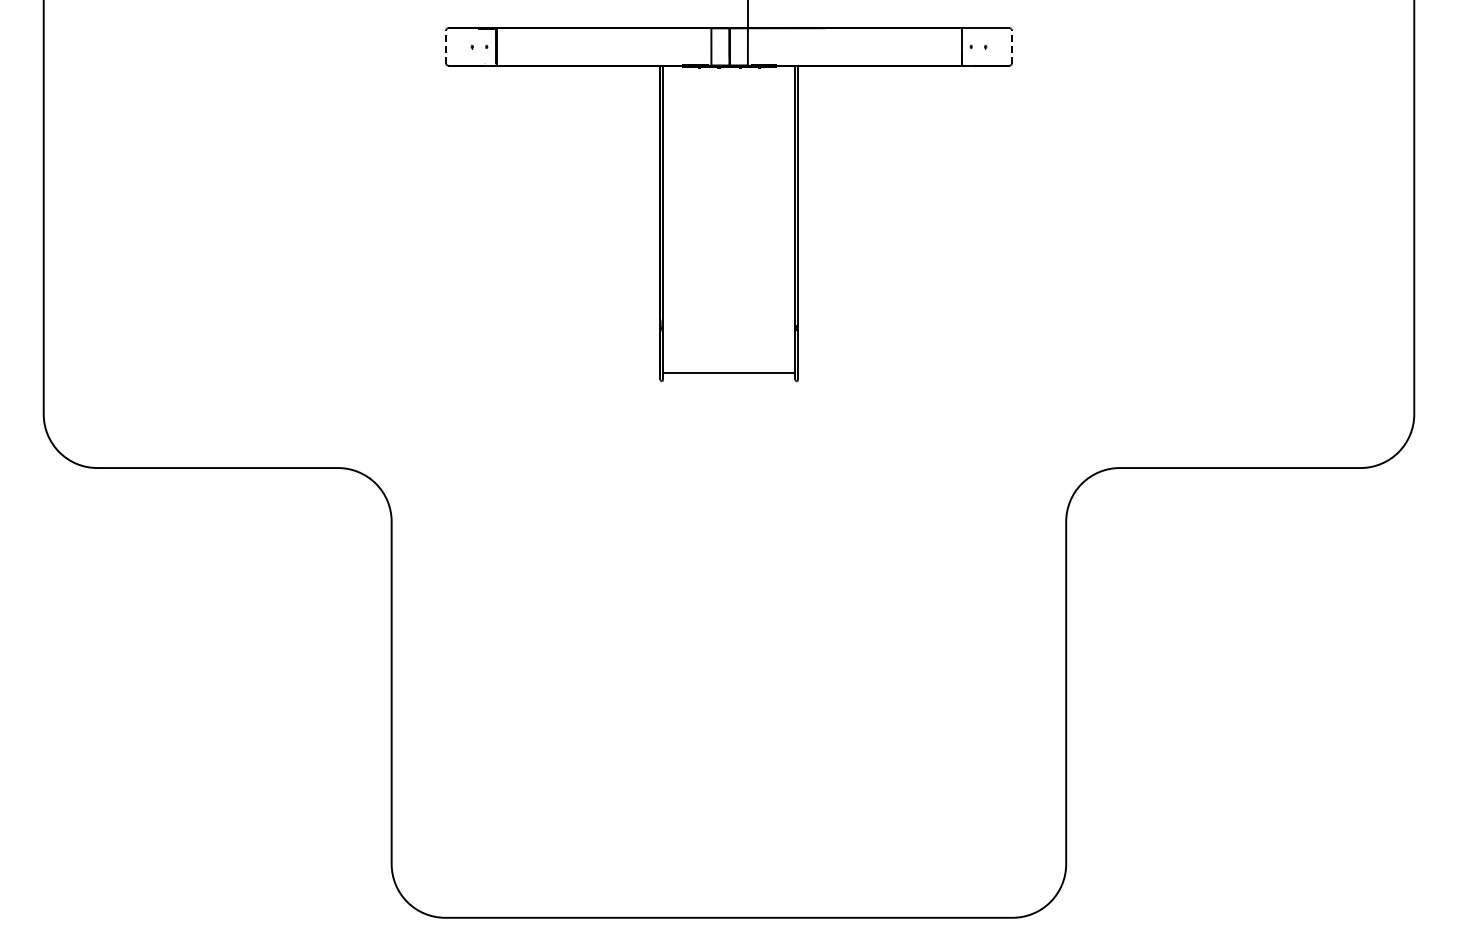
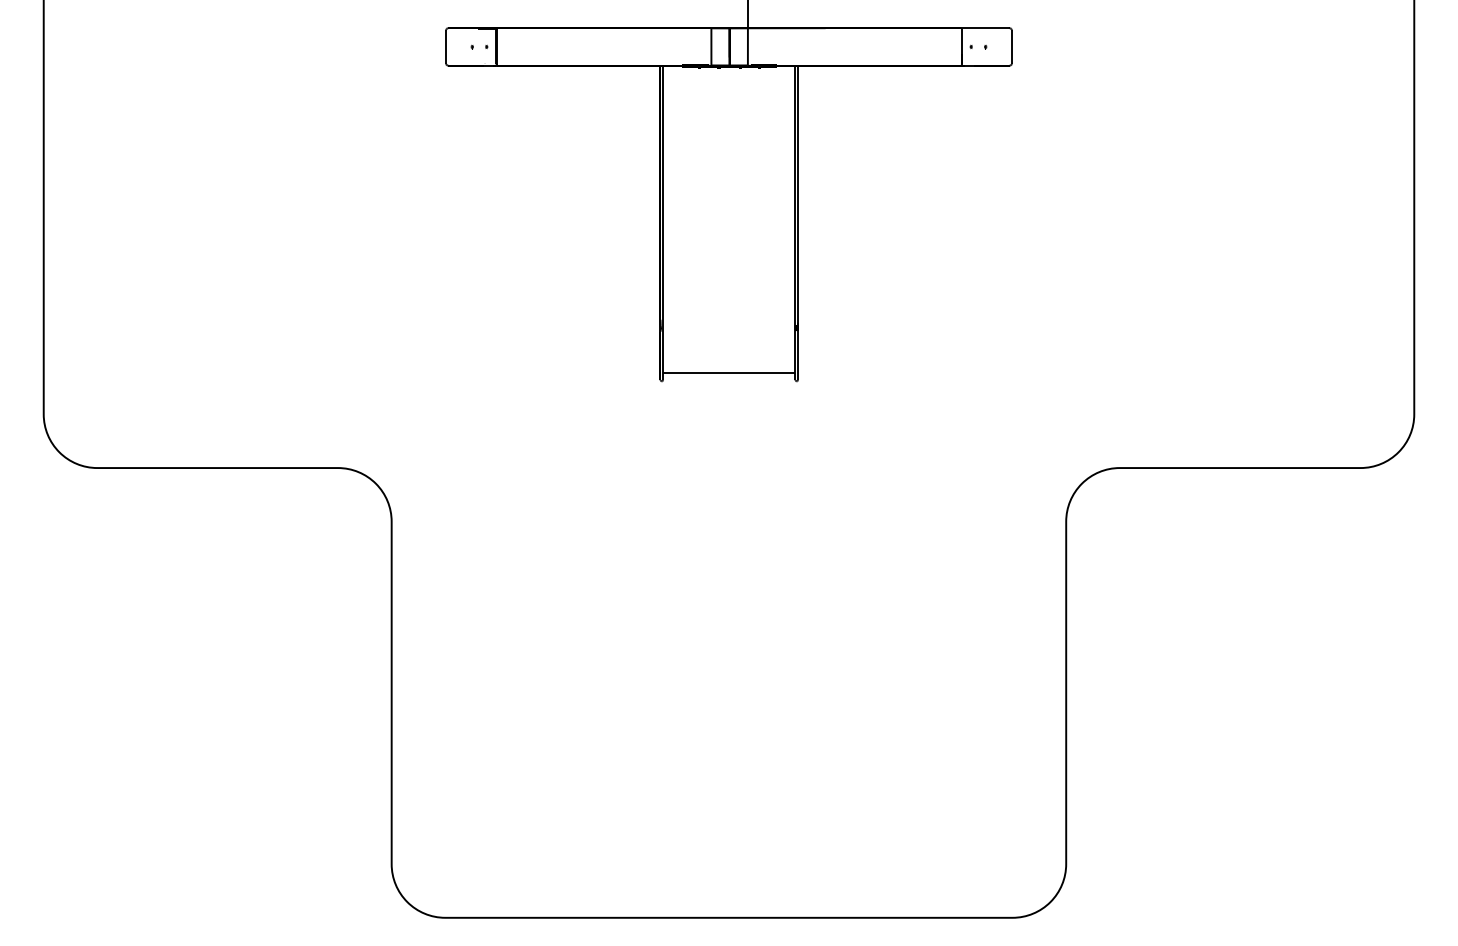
line at (446, 46): dashed -> solid
line at (1011, 46): dashed -> solid
